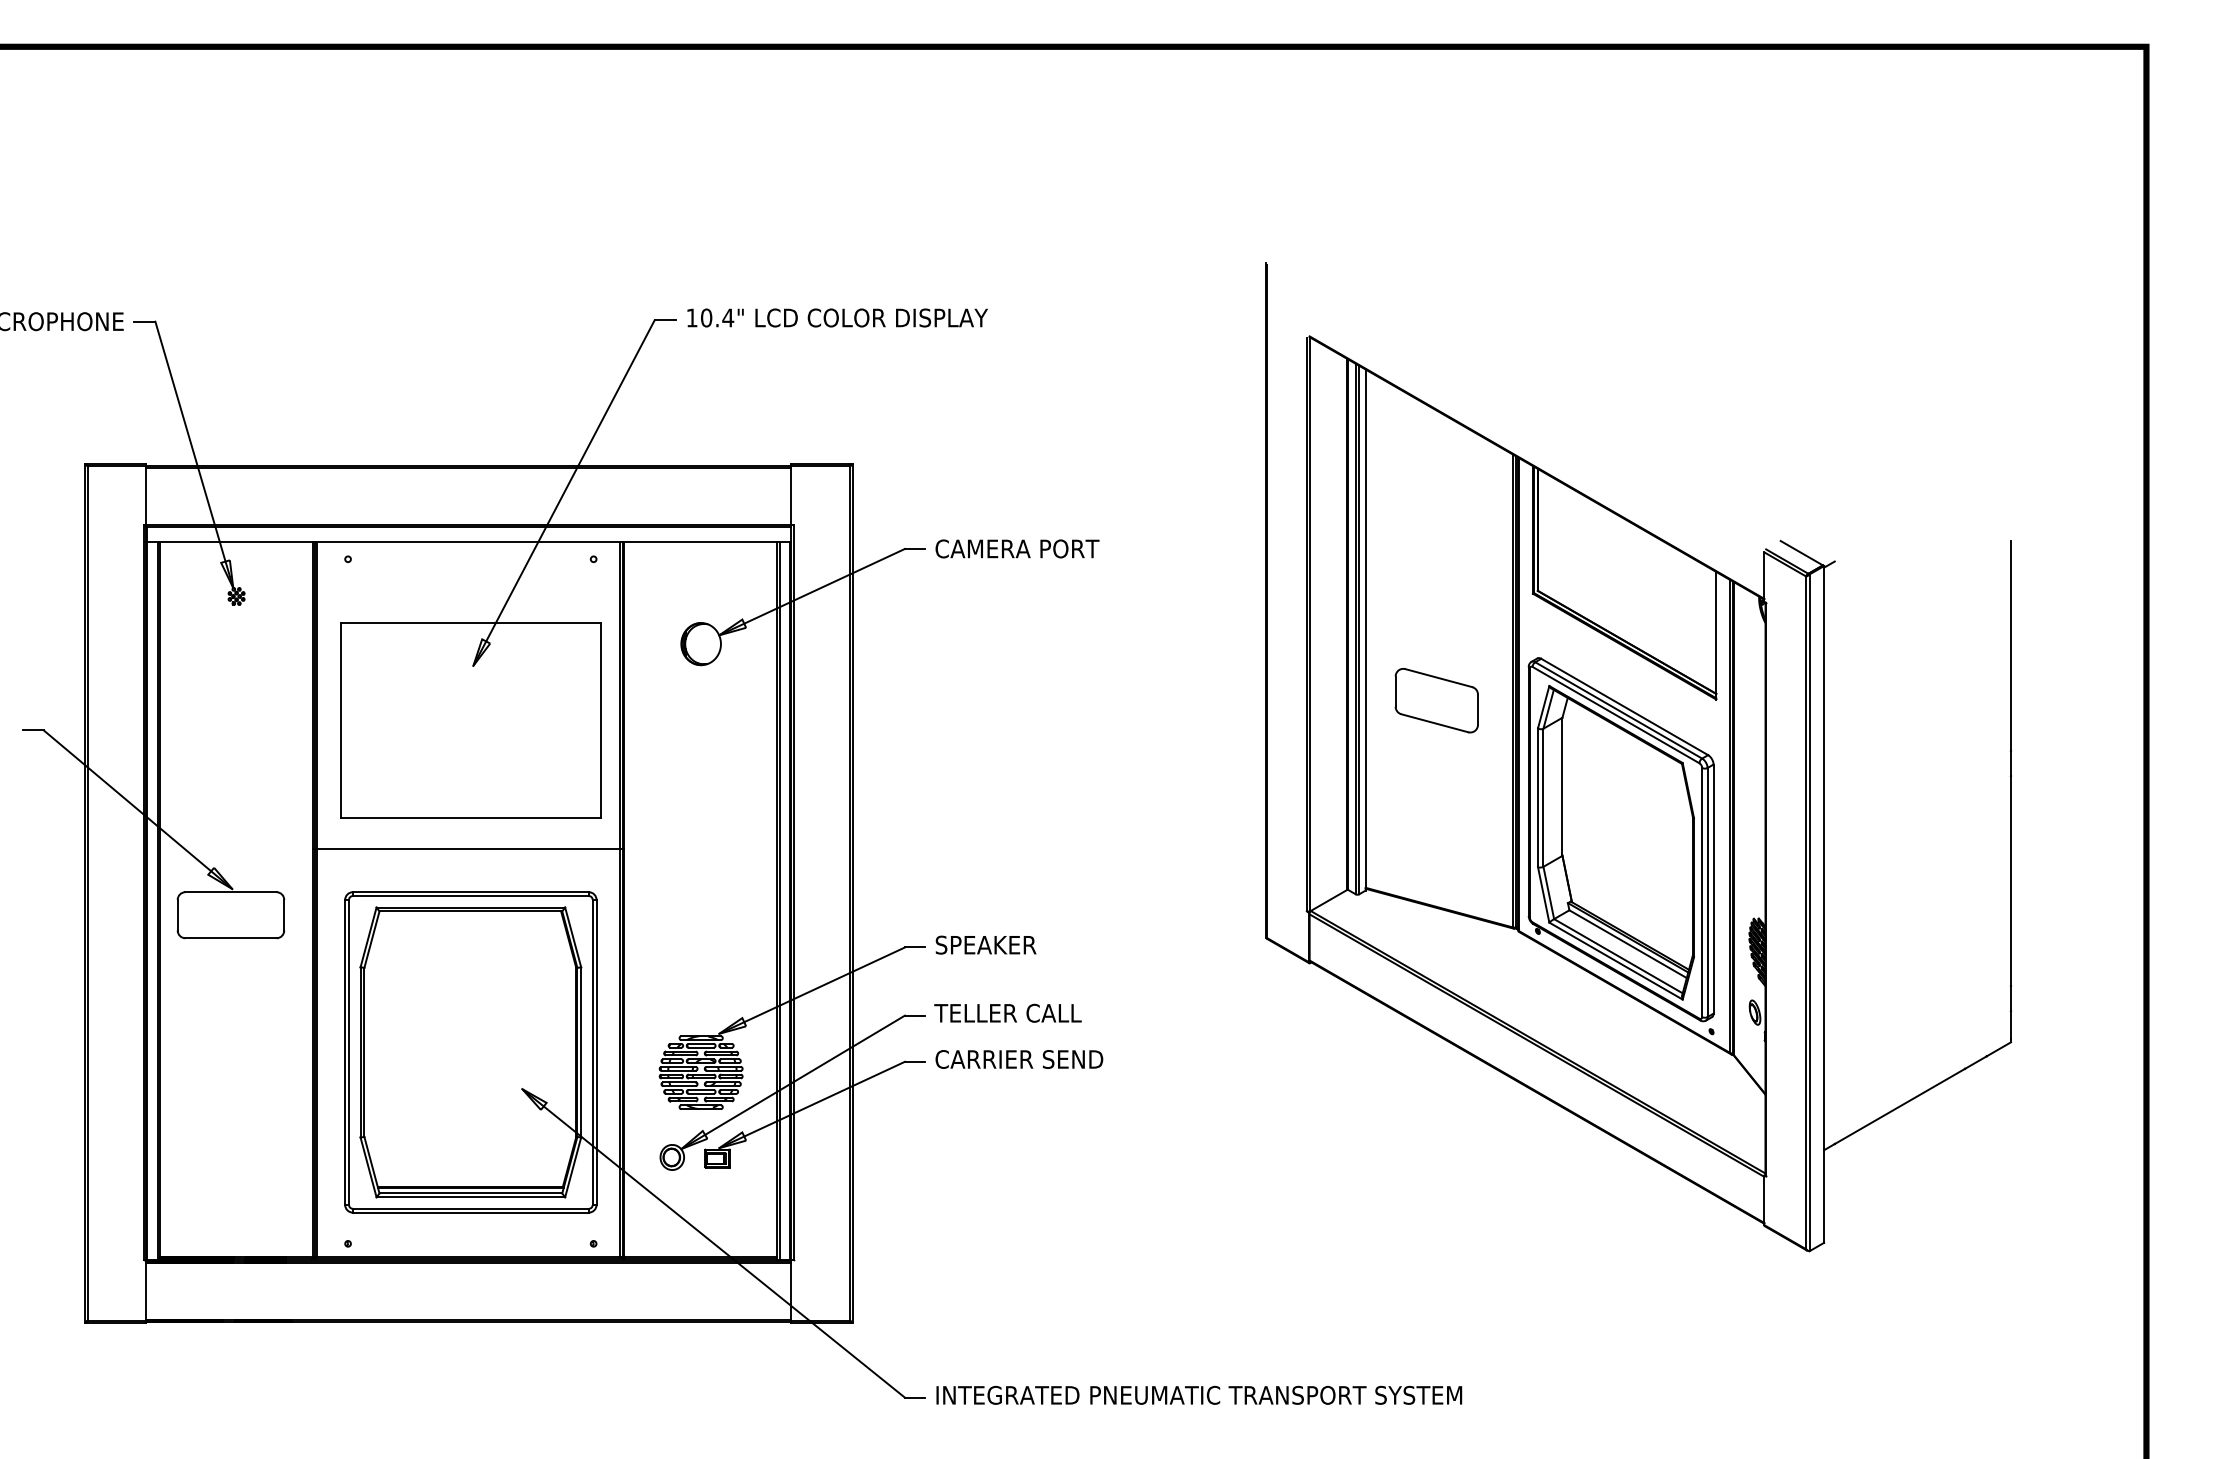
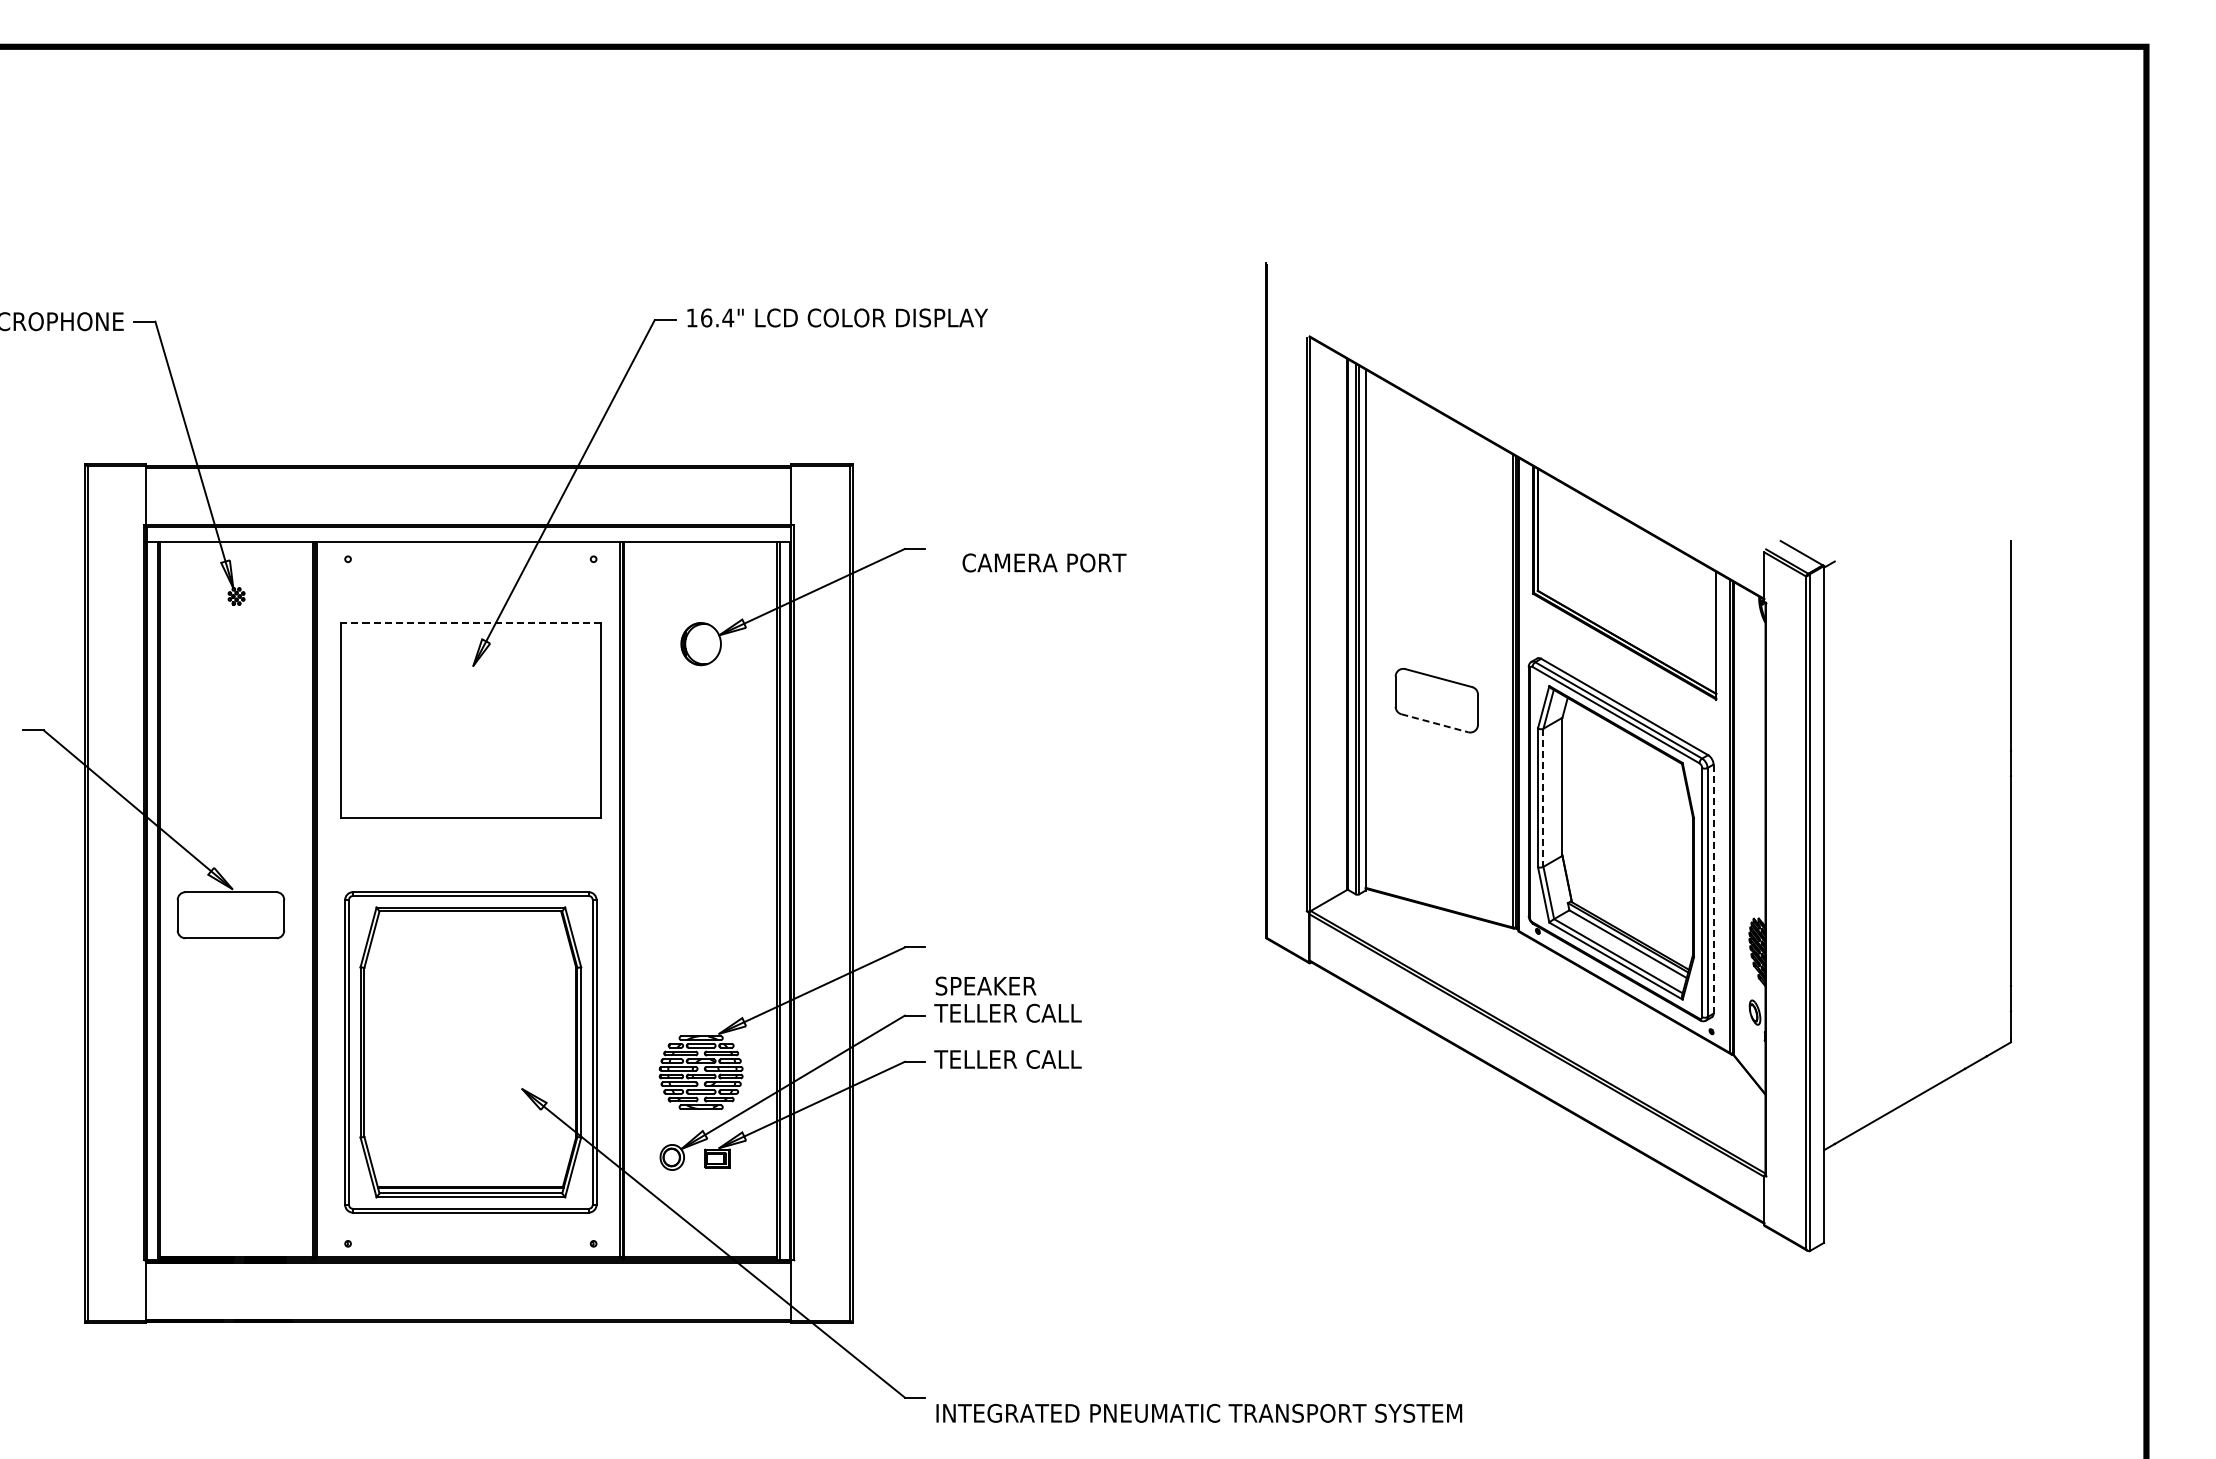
text at (706, 317): 10.4" -> 16.4"
text at (1017, 548) position: (1017, 548) -> (1044, 562)
line at (470, 623): solid -> dashed
line at (1434, 723): solid -> dashed
line at (1543, 798): solid -> dashed
line at (468, 848): present -> none
line at (1713, 889): solid -> dashed
text at (985, 944) position: (985, 944) -> (985, 985)
text at (1018, 1059): CARRIER SEND -> TELLER CALL
text at (1199, 1394) position: (1199, 1394) -> (1199, 1412)
